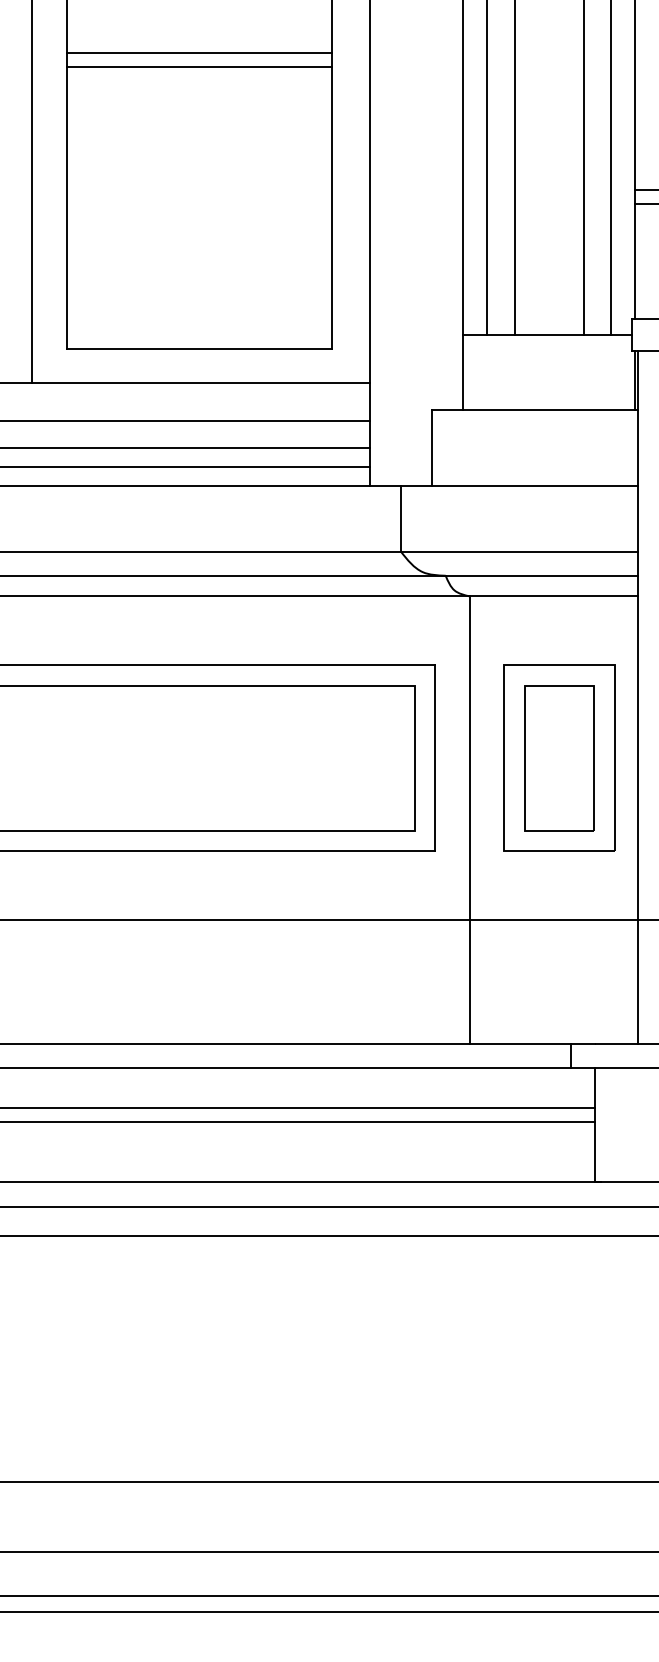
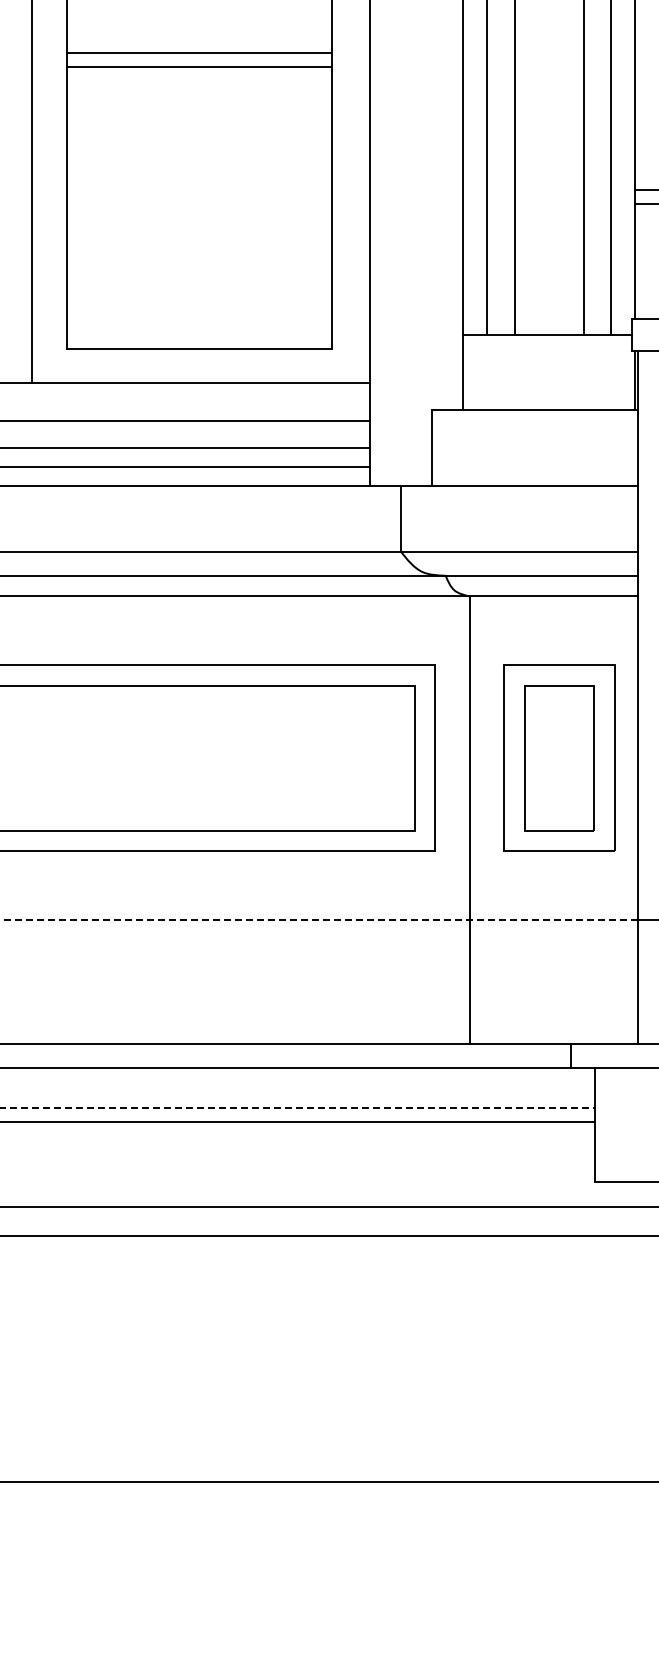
line at (318, 920): solid -> dashed
line at (298, 1108): solid -> dashed
line at (301, 1182): present -> none
line at (328, 1551): present -> none
line at (328, 1596): present -> none
line at (328, 1612): present -> none
